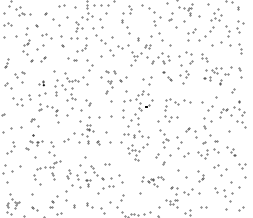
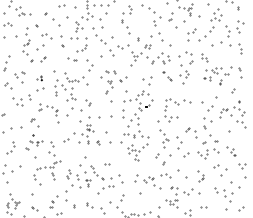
part at (6, 63) size: 6x11 px -> 8x17 px
part at (42, 88) position: (42, 88) -> (40, 83)
part at (152, 181) size: 24x12 px -> 38x17 px
